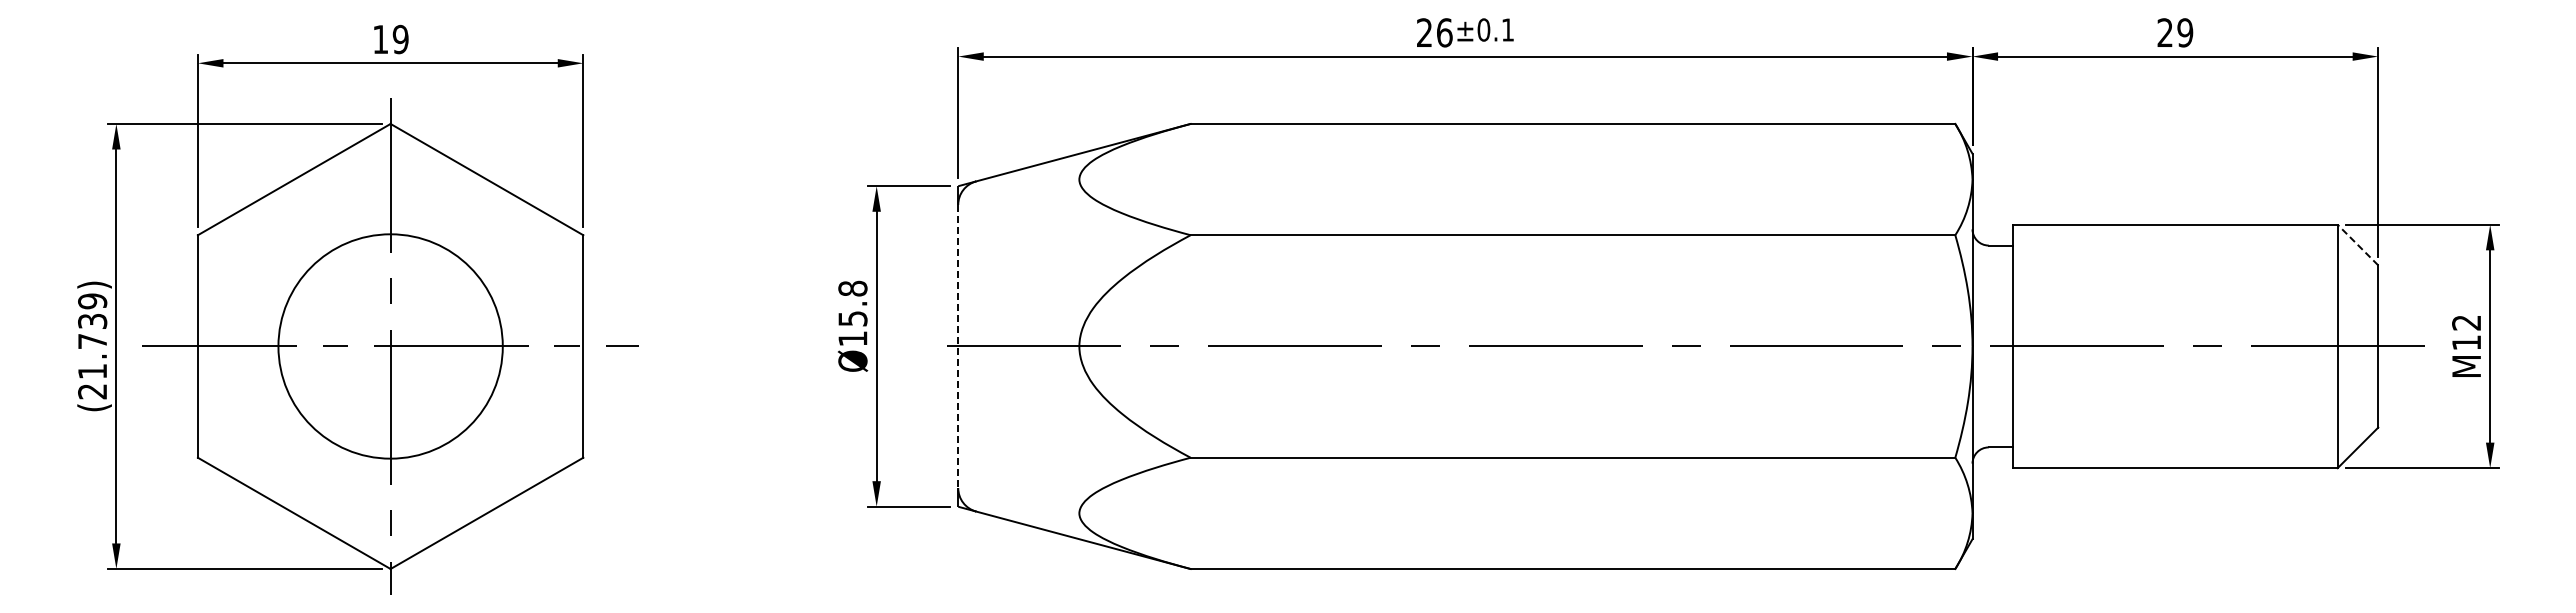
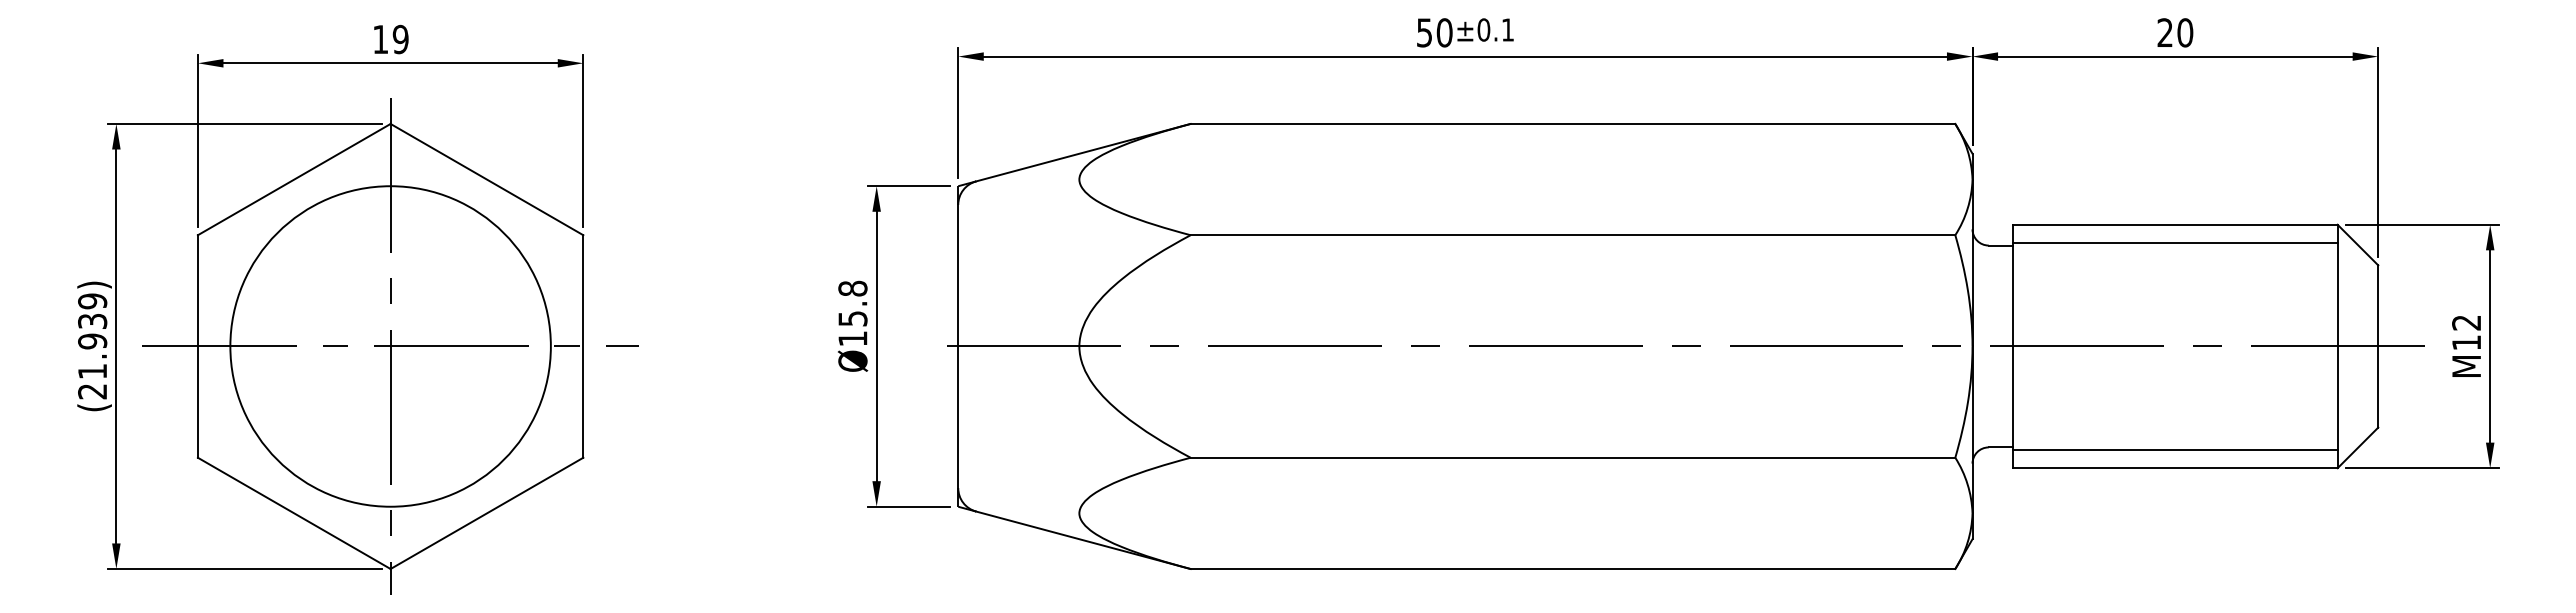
text at (1434, 32): 26 -> 50
text at (2185, 32): 29 -> 20
line at (2175, 242): none -> present
line at (2357, 245): dashed -> solid
text at (92, 341): (21.739) -> (21.939)
circle at (390, 346) diameter: 224 px -> 321 px
line at (958, 346): dashed -> solid
line at (2175, 450): none -> present
